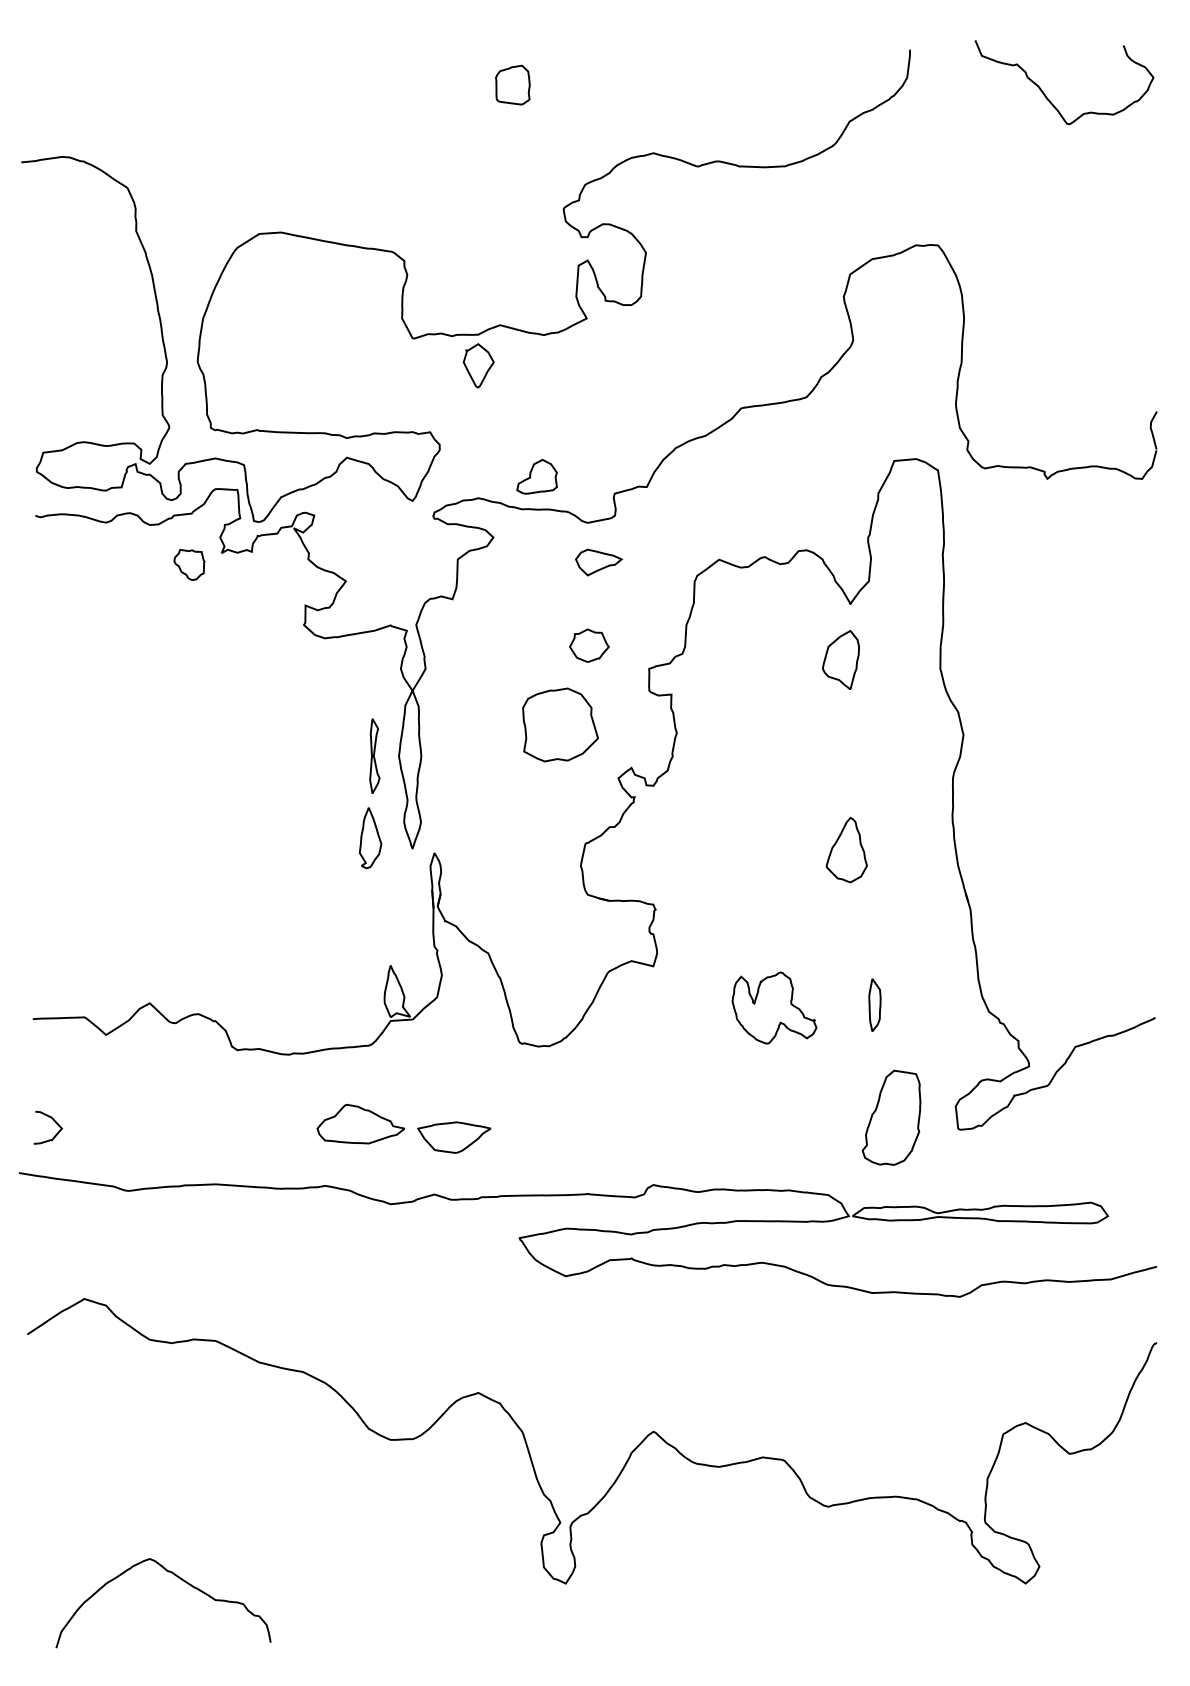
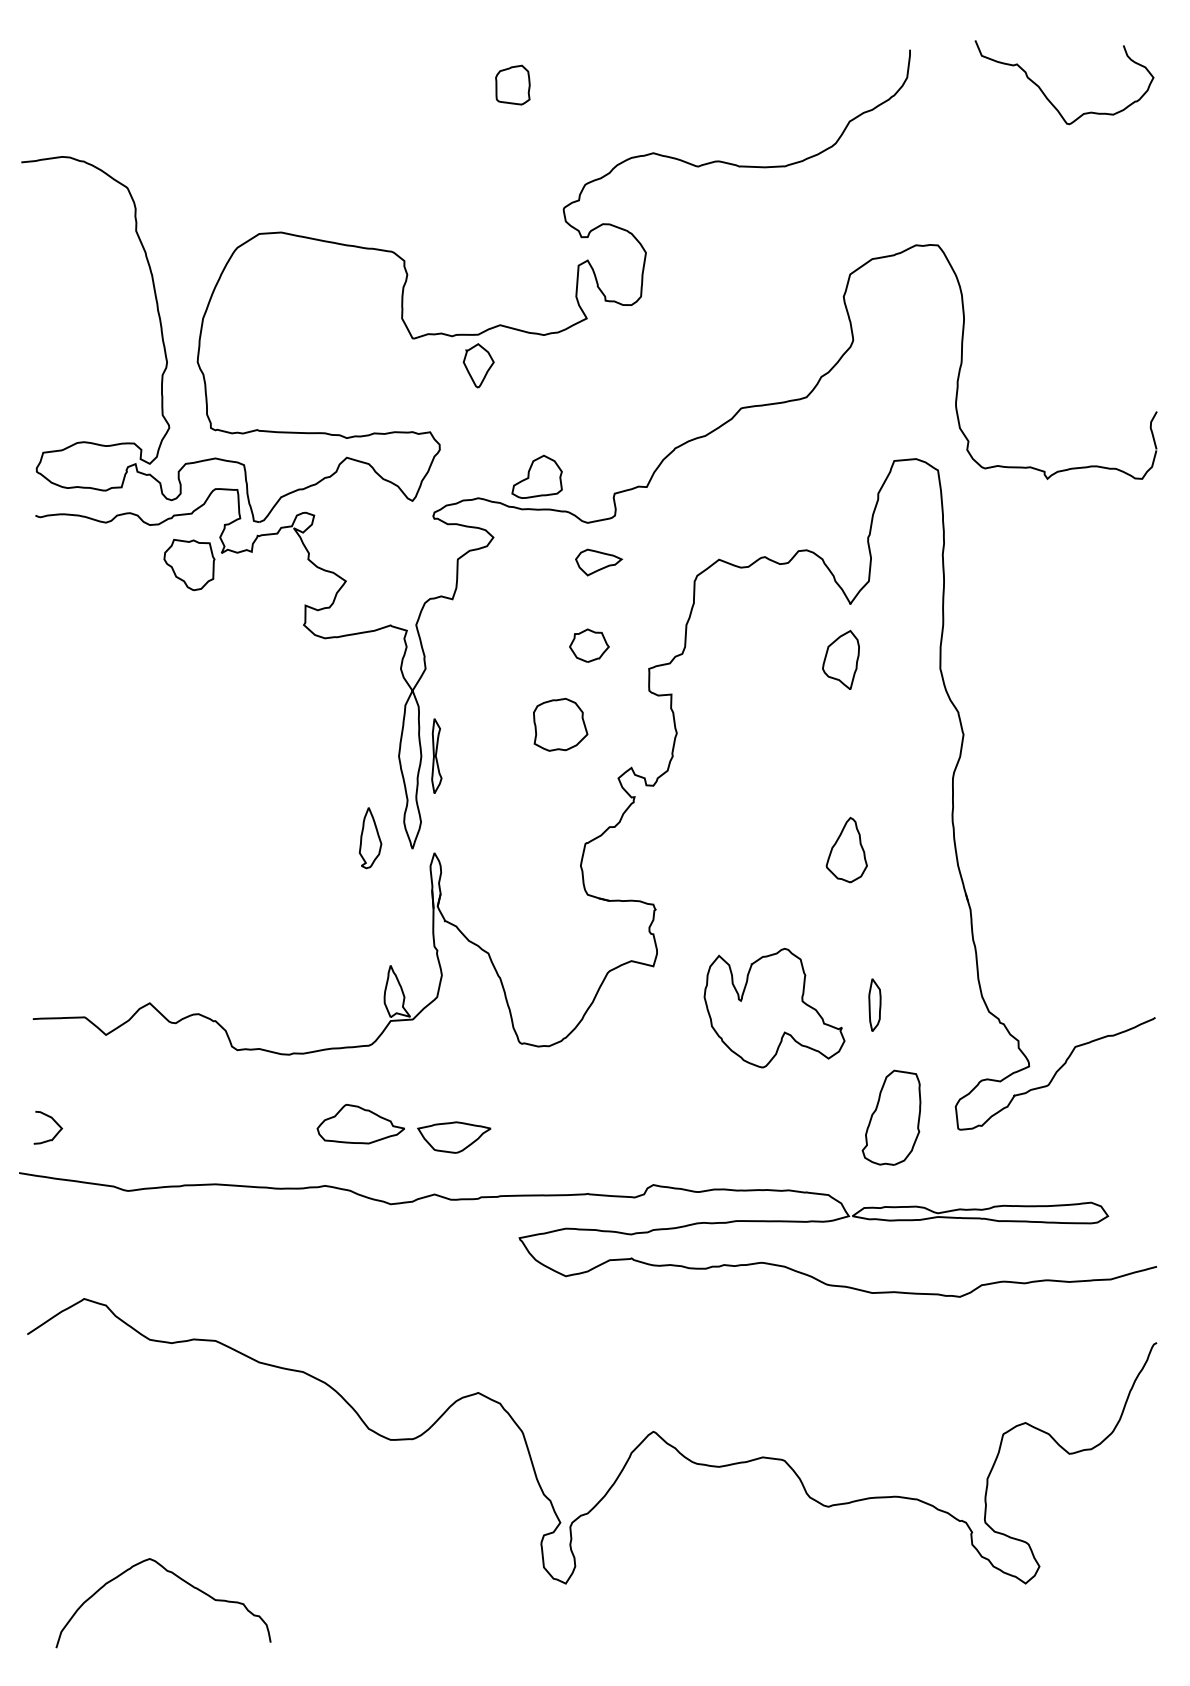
part at (536, 476) size: 42x36 px -> 52x45 px
part at (189, 564) size: 33x32 px -> 53x54 px
part at (560, 724) size: 77x76 px -> 56x55 px
part at (374, 755) position: (374, 755) -> (436, 755)
part at (774, 1007) size: 87x74 px -> 143x122 px
